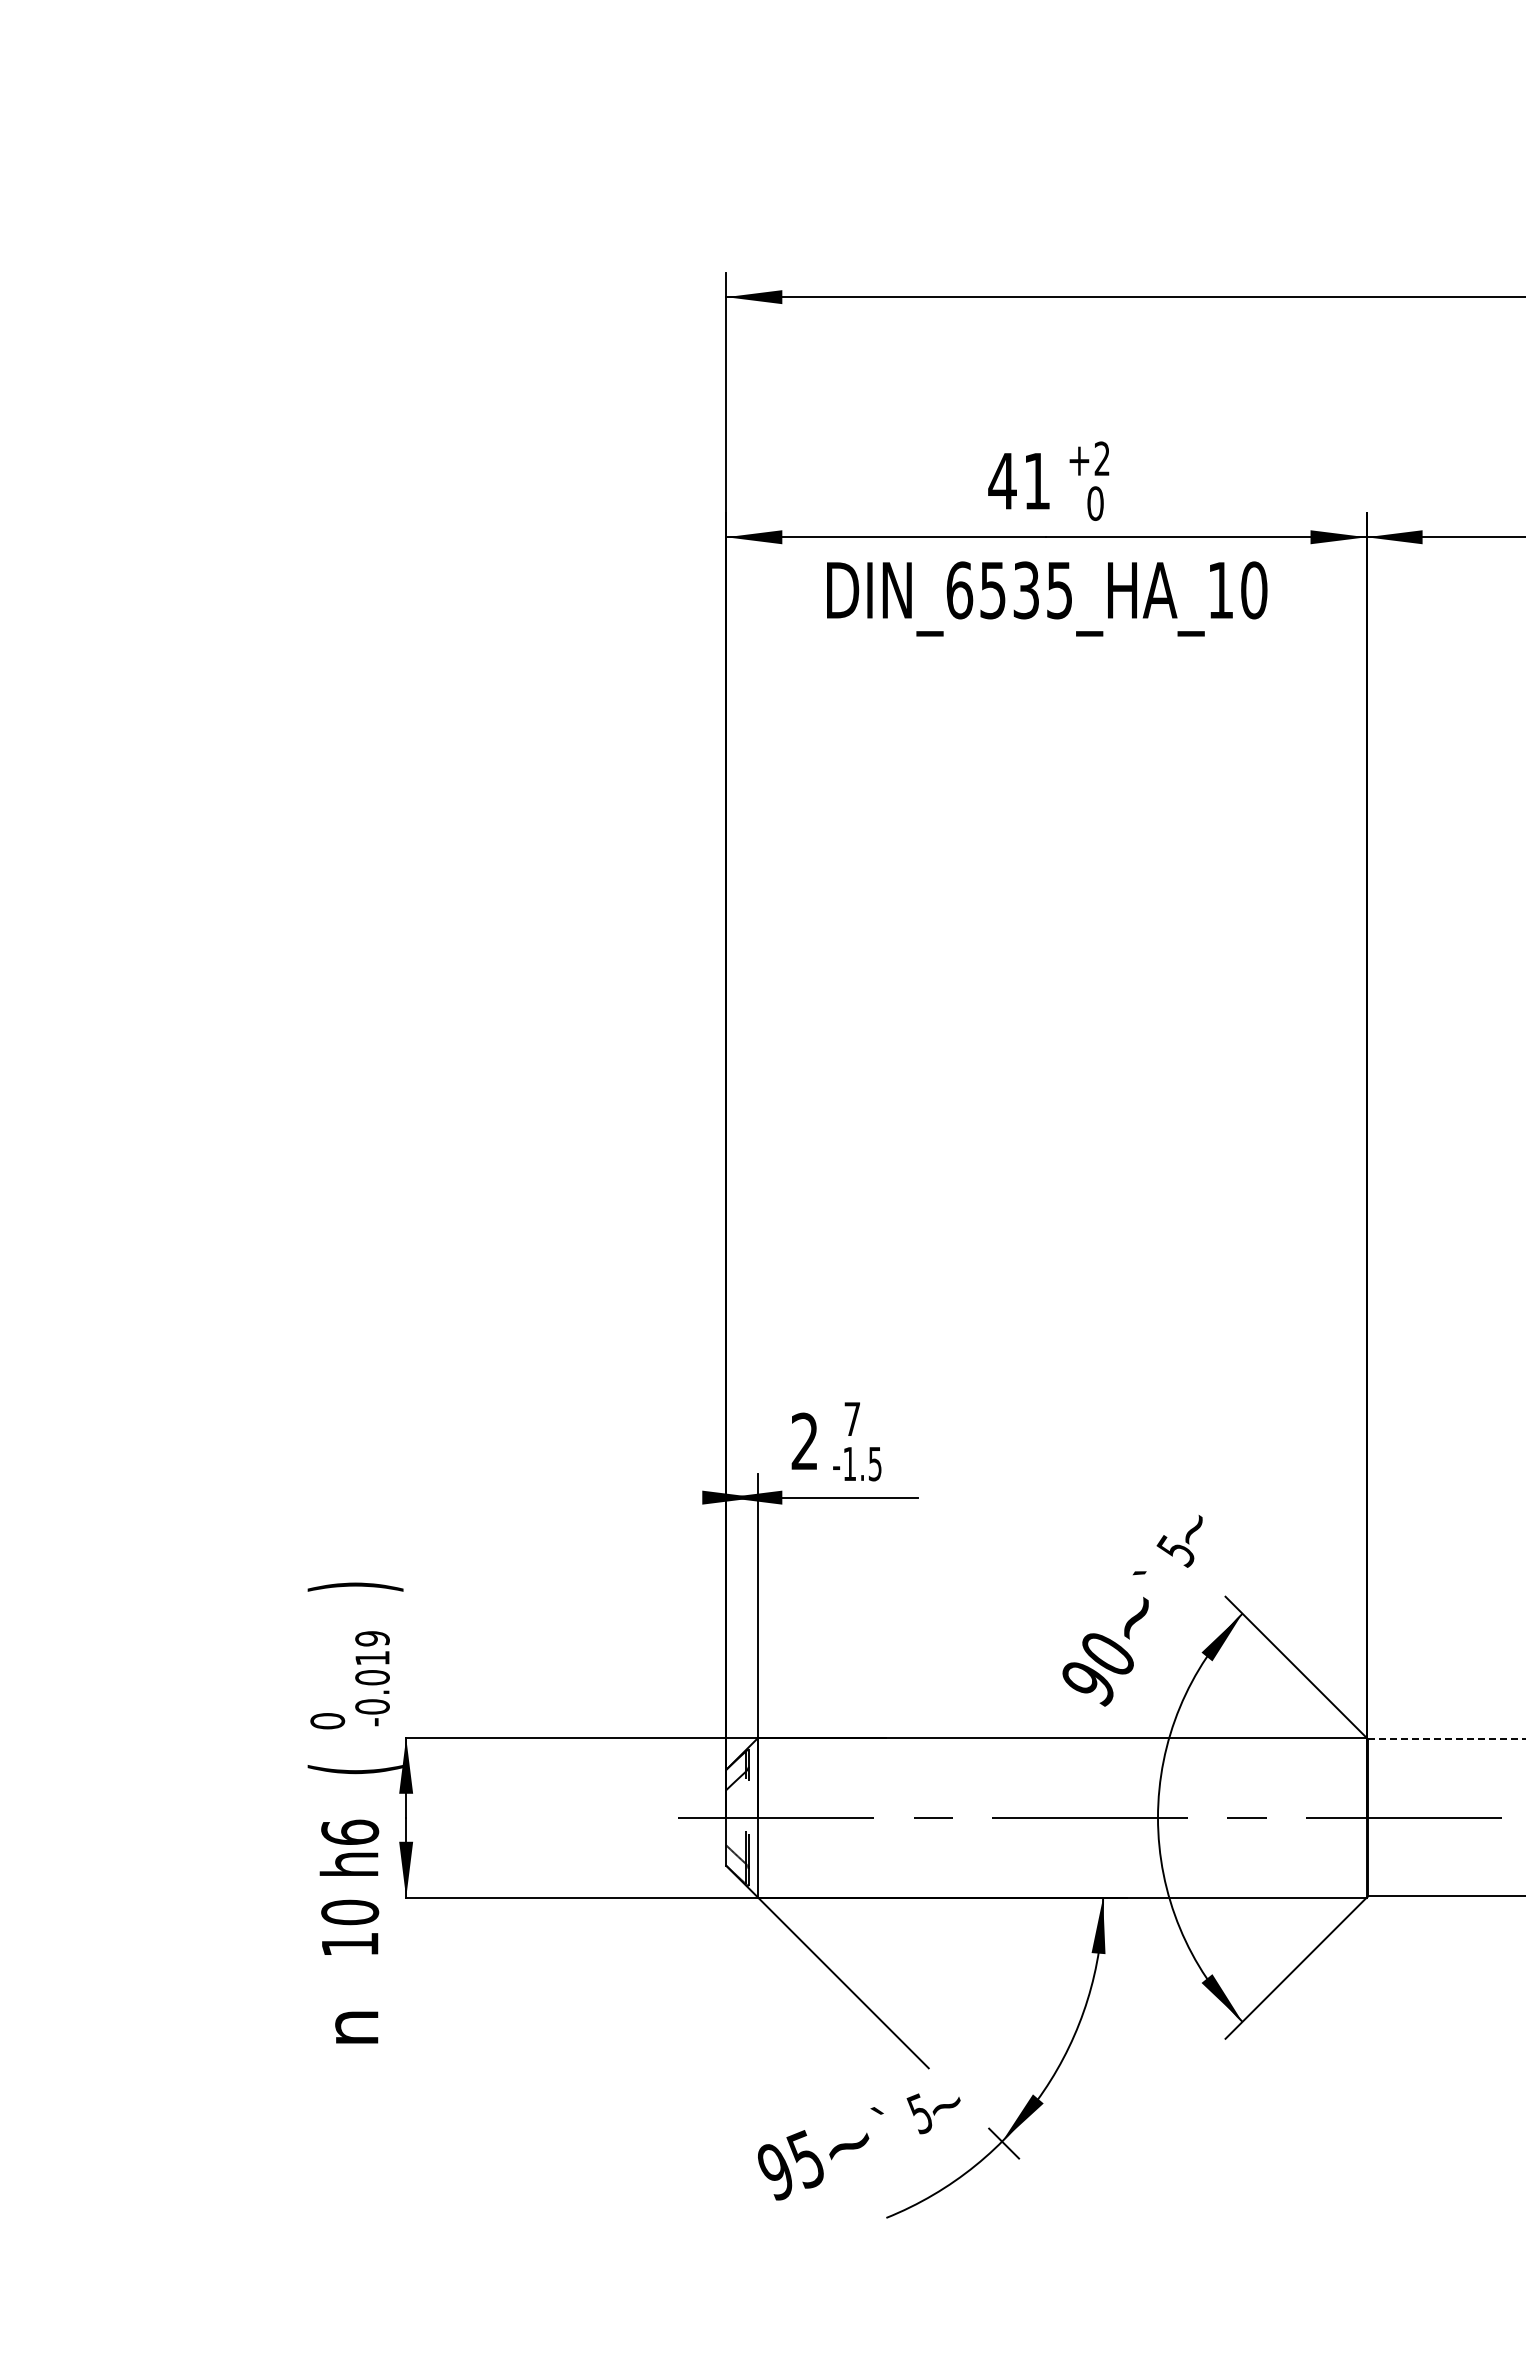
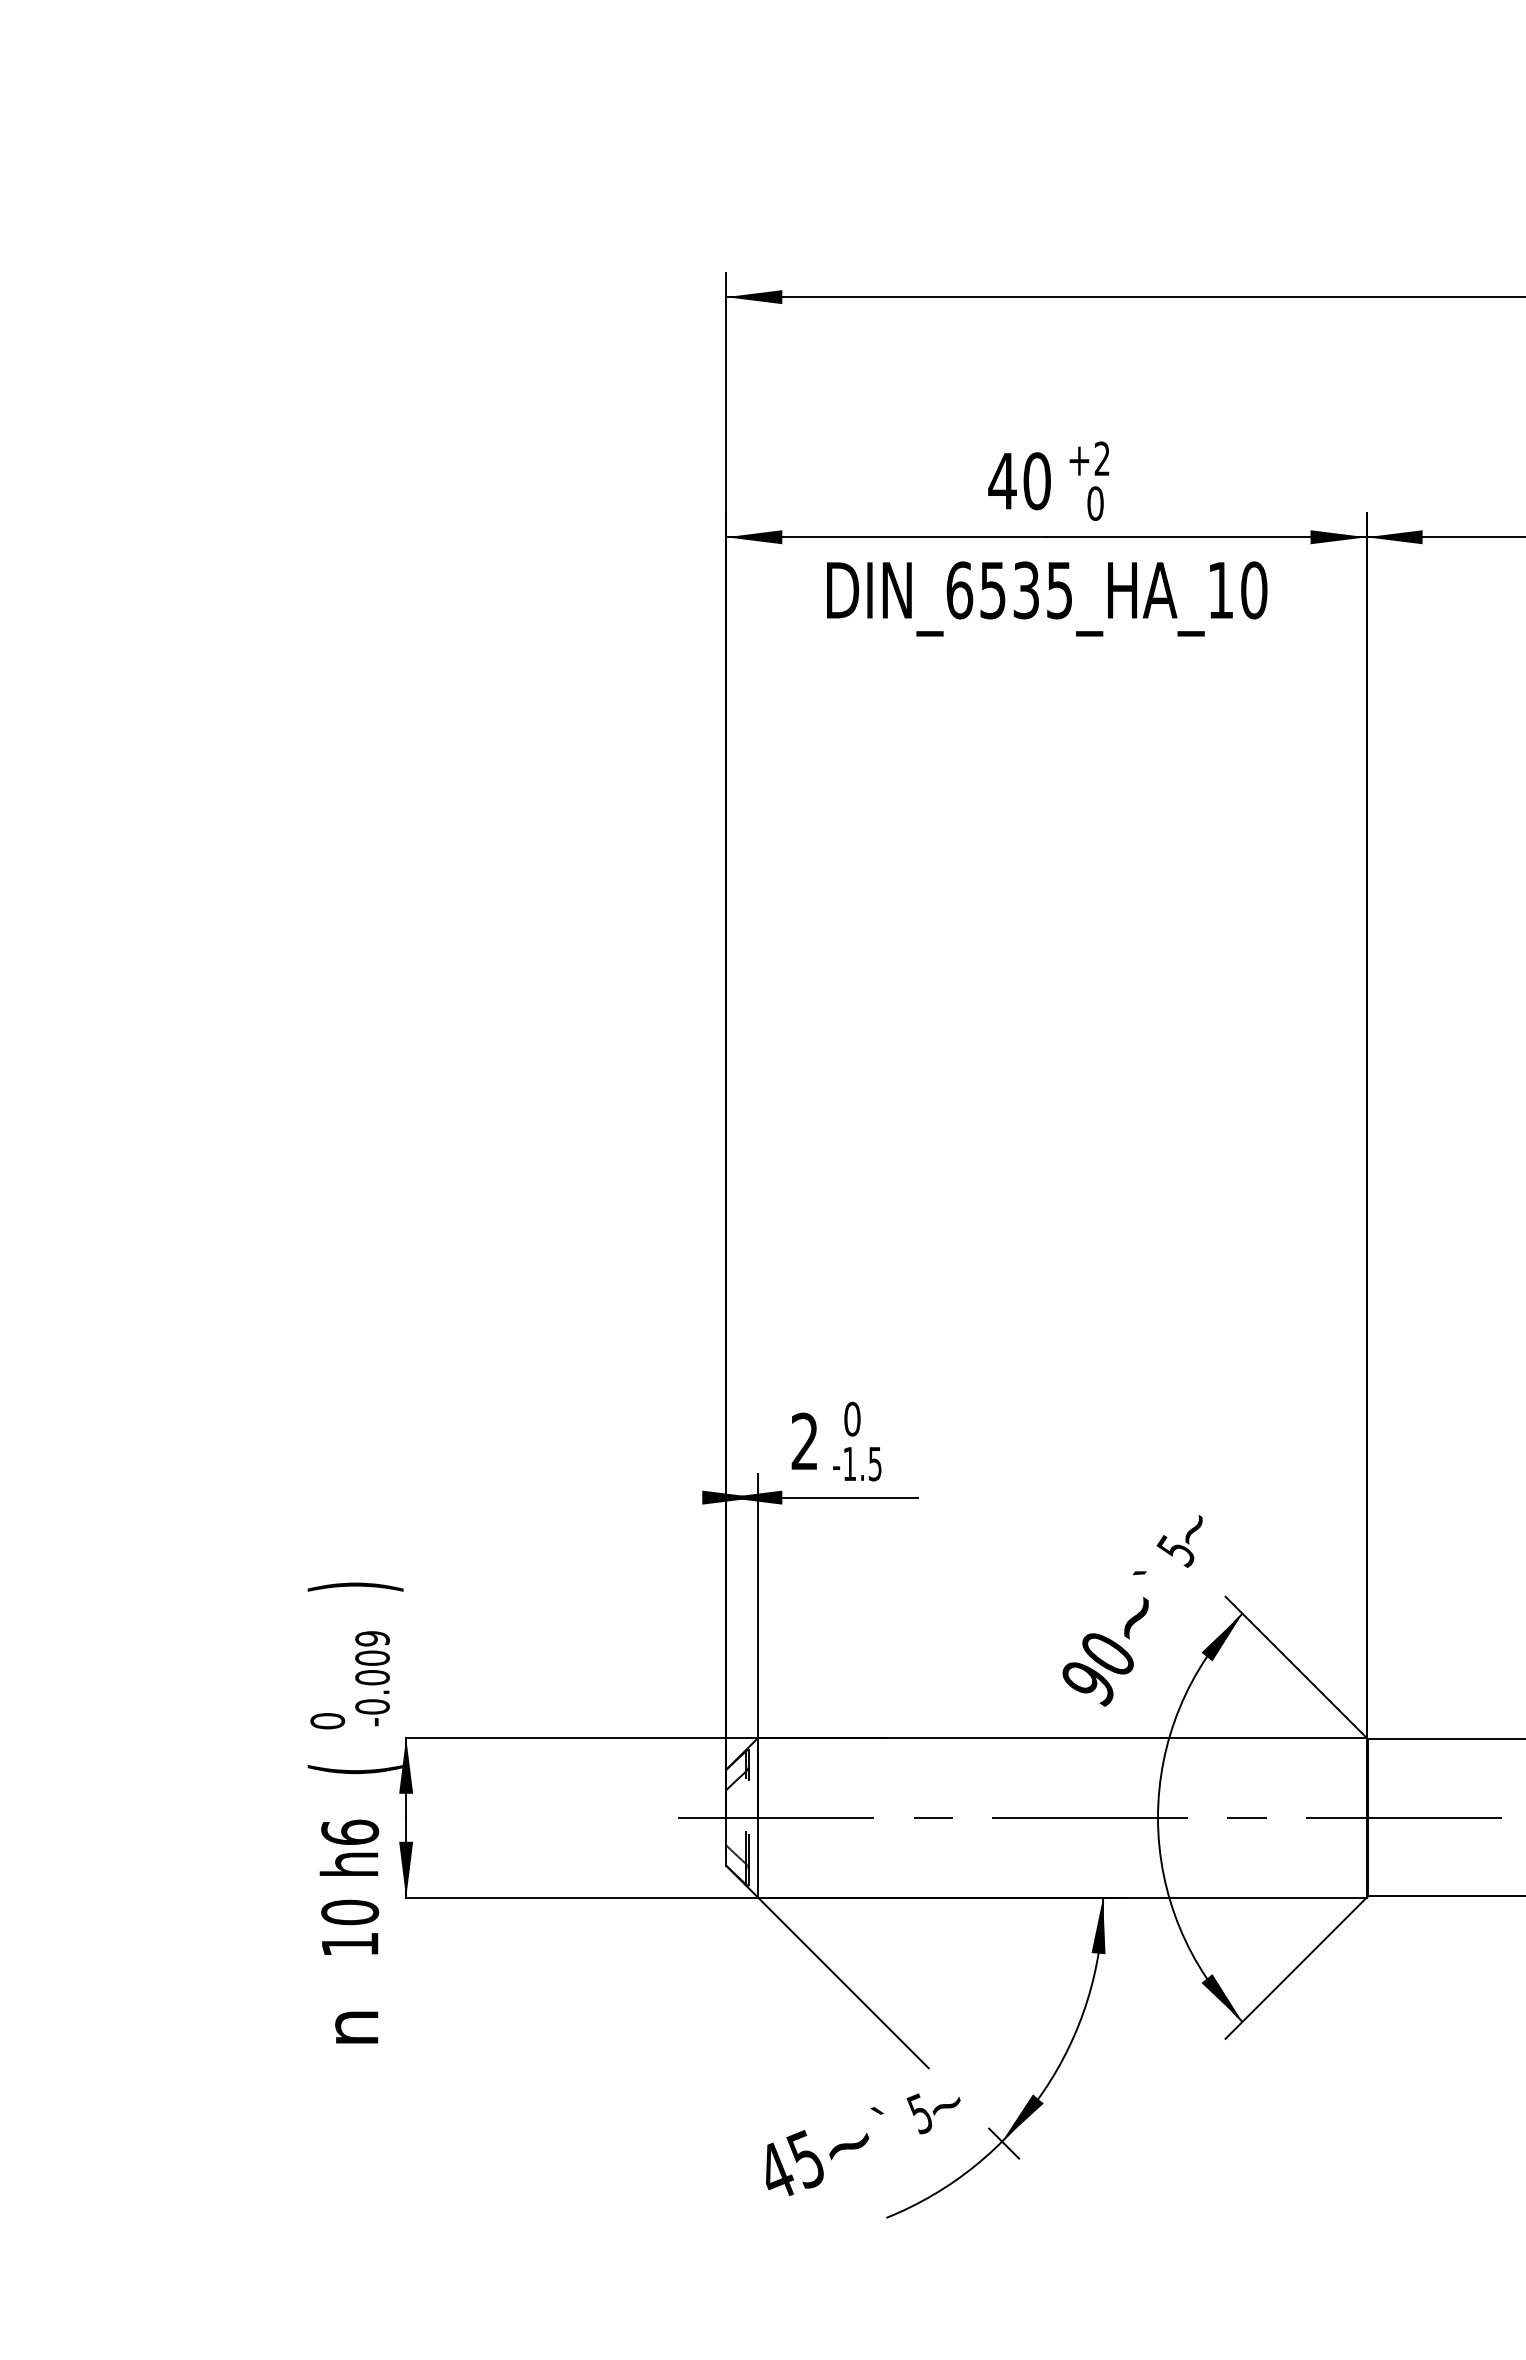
text at (1036, 481): 41 -> 40
text at (852, 1418): 7 -> 0
text at (372, 1657): -0.019 -> -0.009
line at (1446, 1739): dashed -> solid
text at (775, 2171): 95 -> 45
